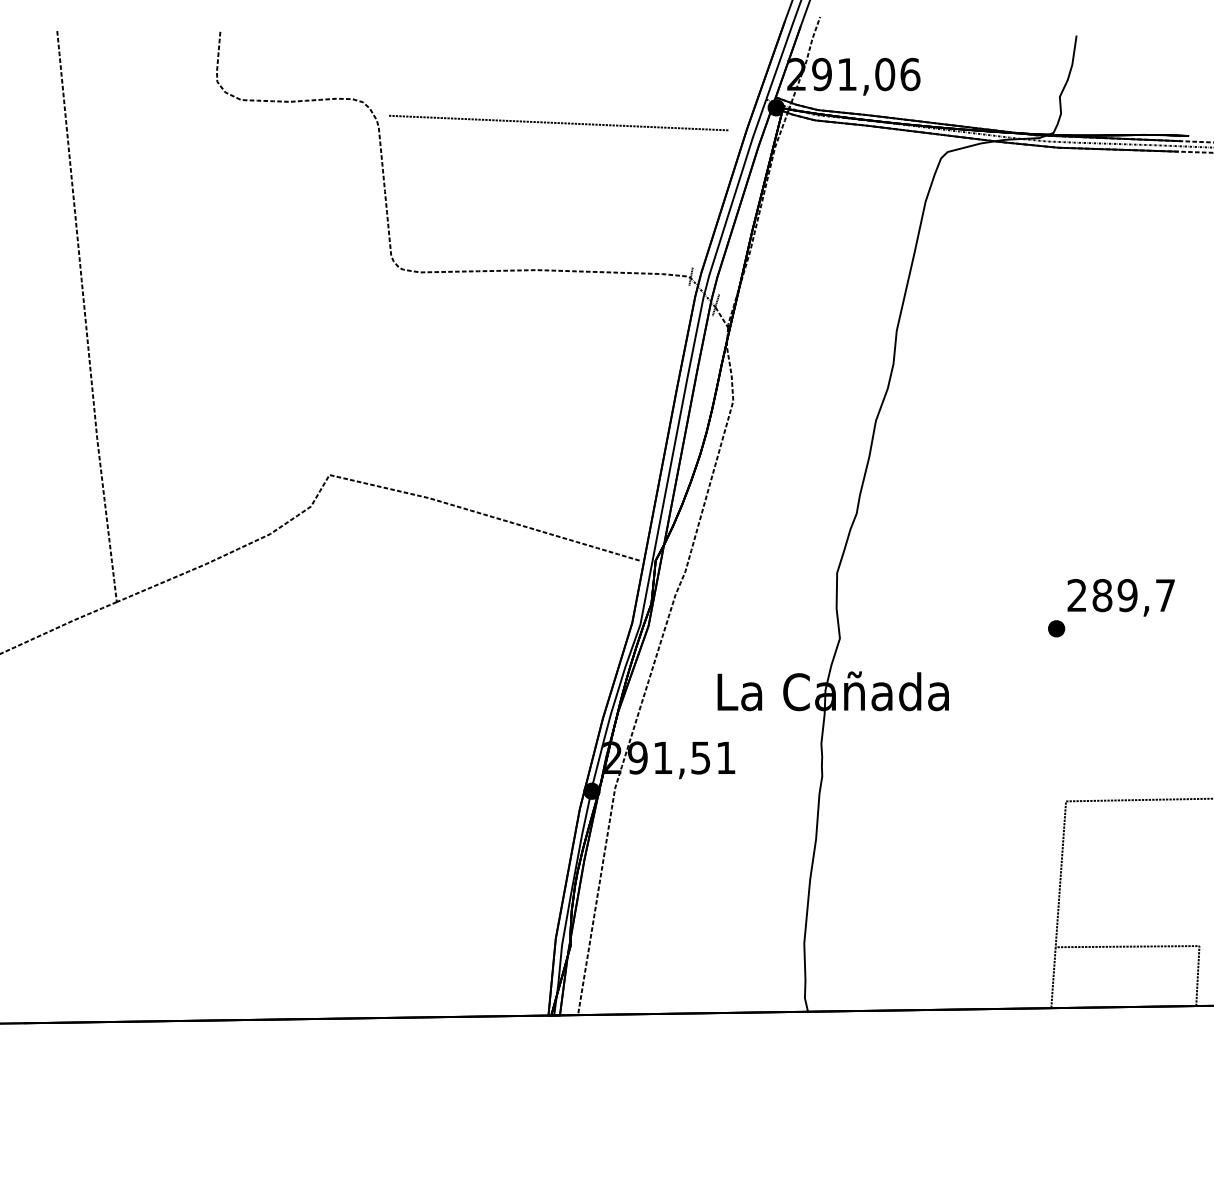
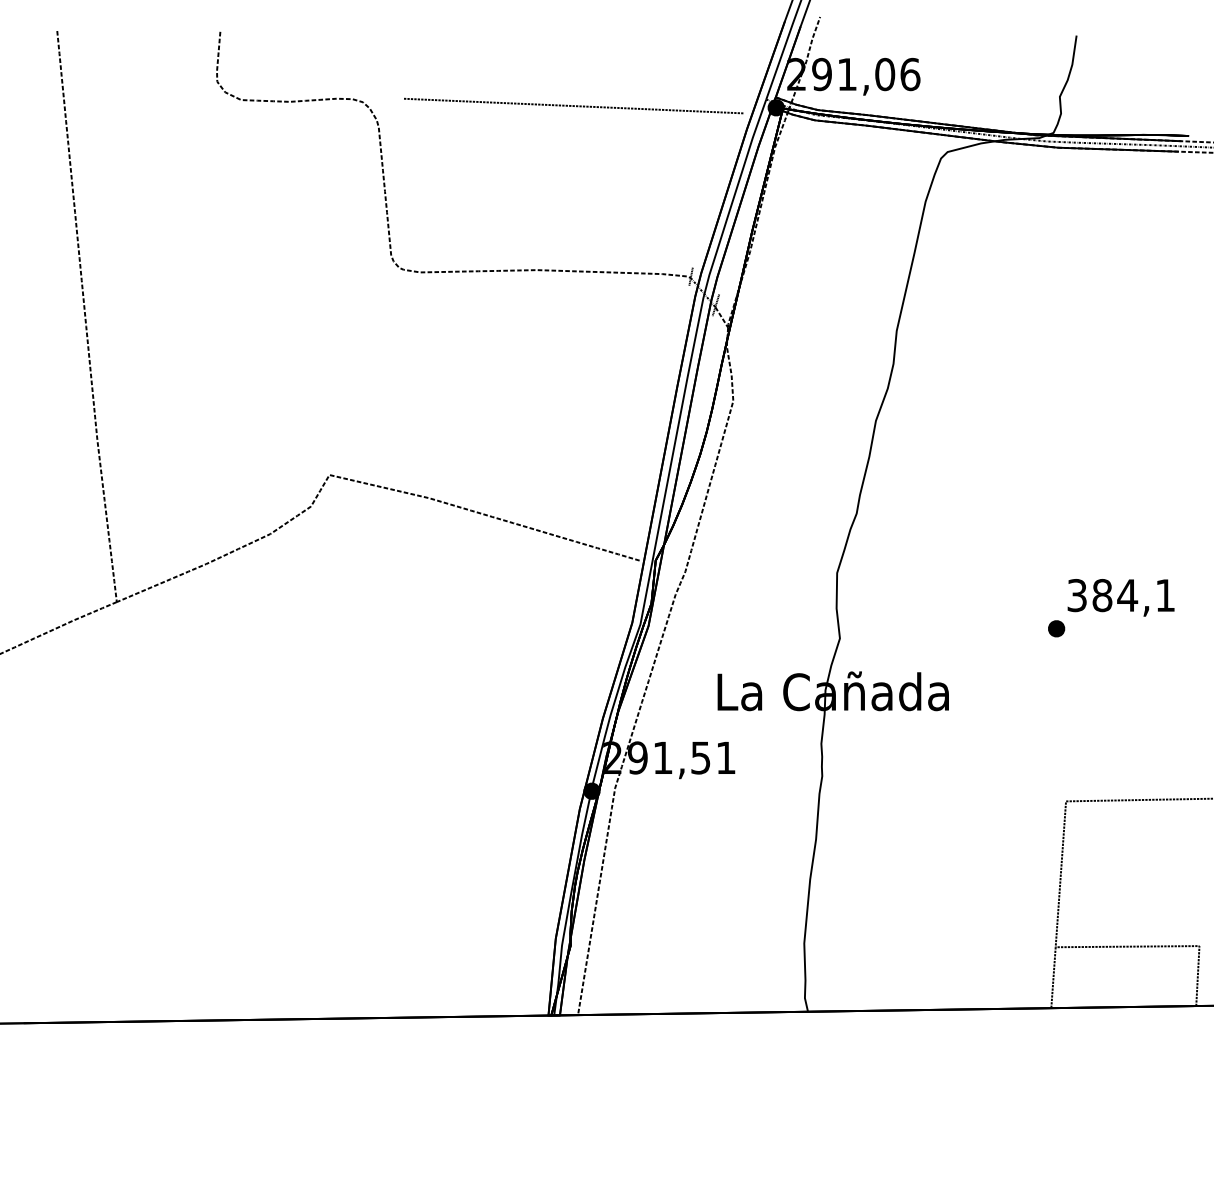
line at (558, 122) position: (558, 122) -> (573, 105)
text at (1120, 595): 289,7 -> 384,1
